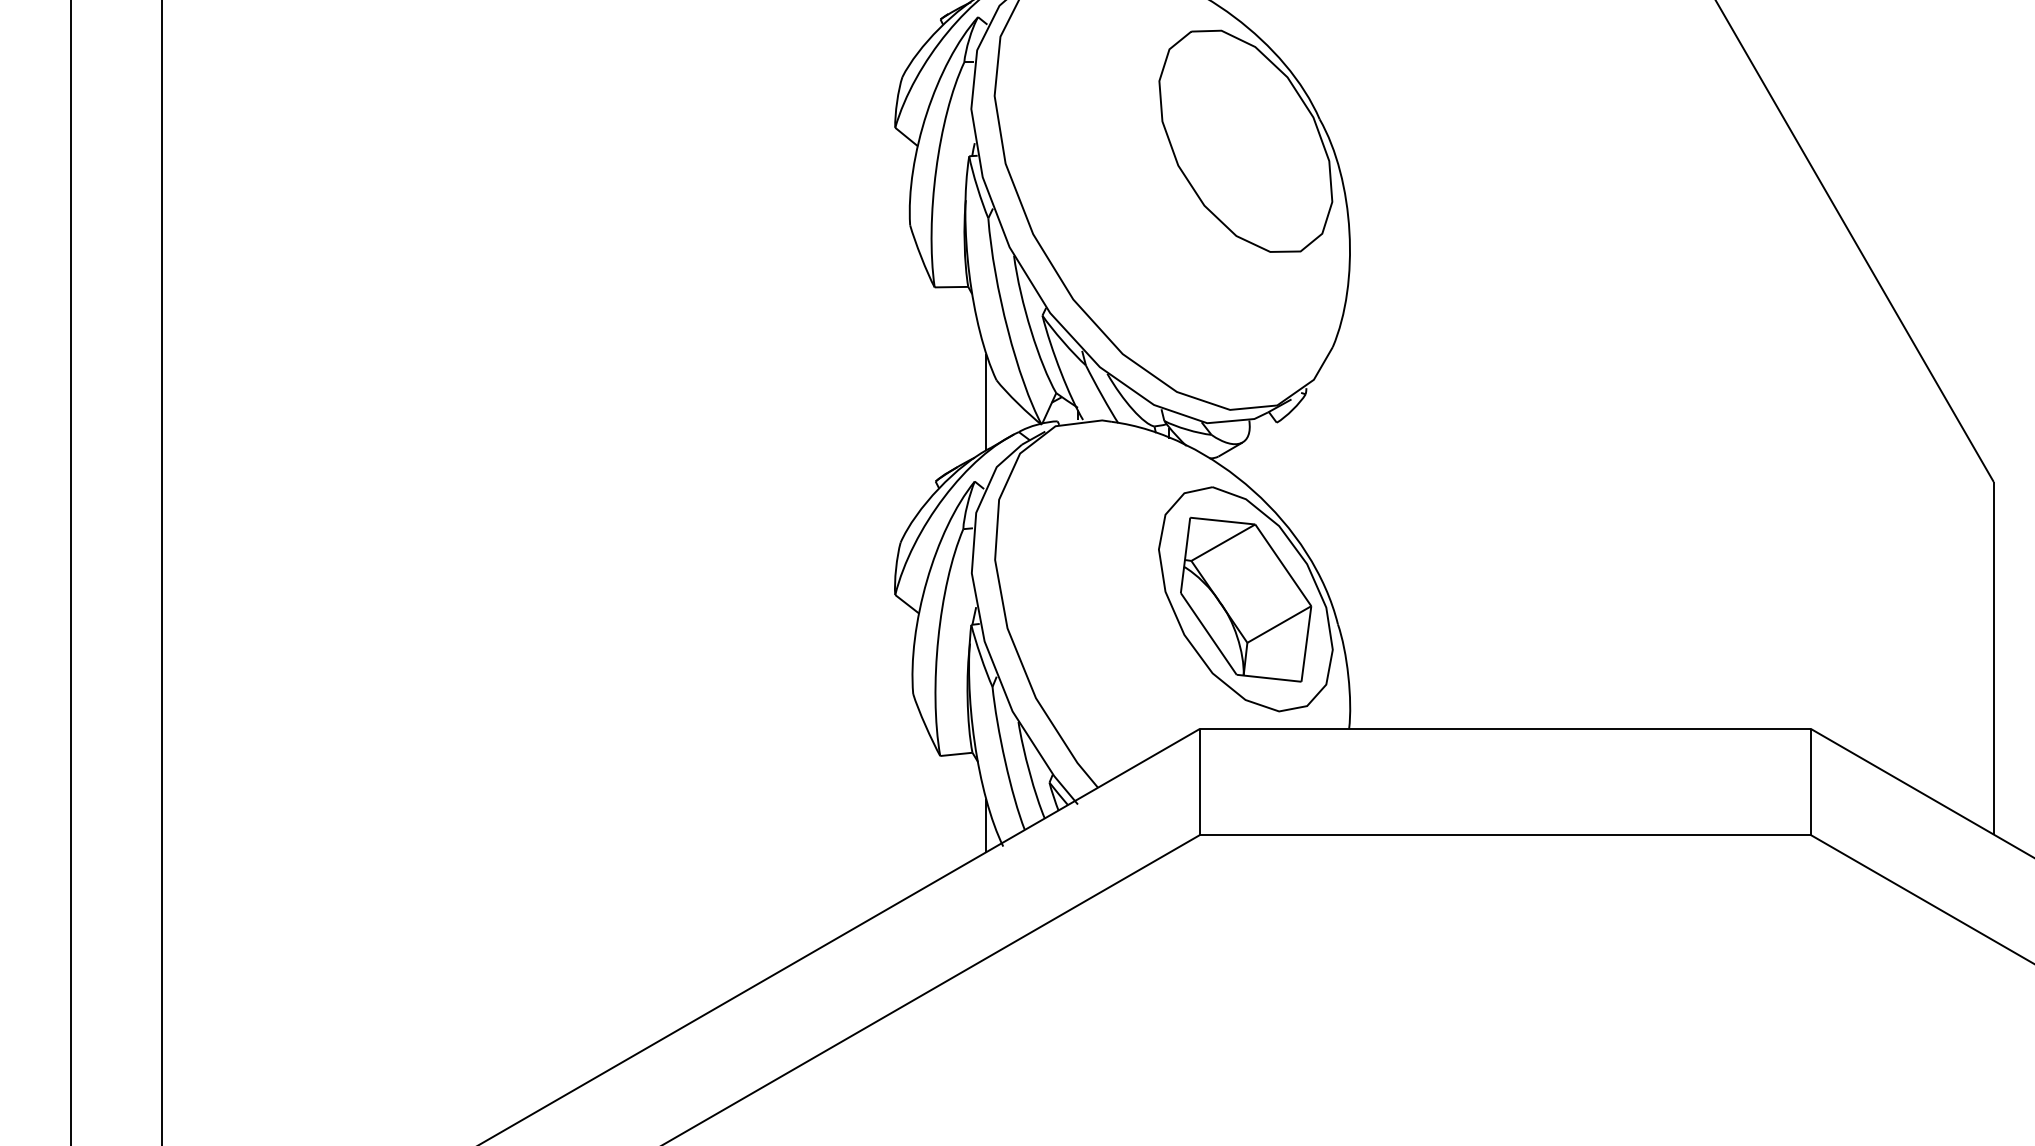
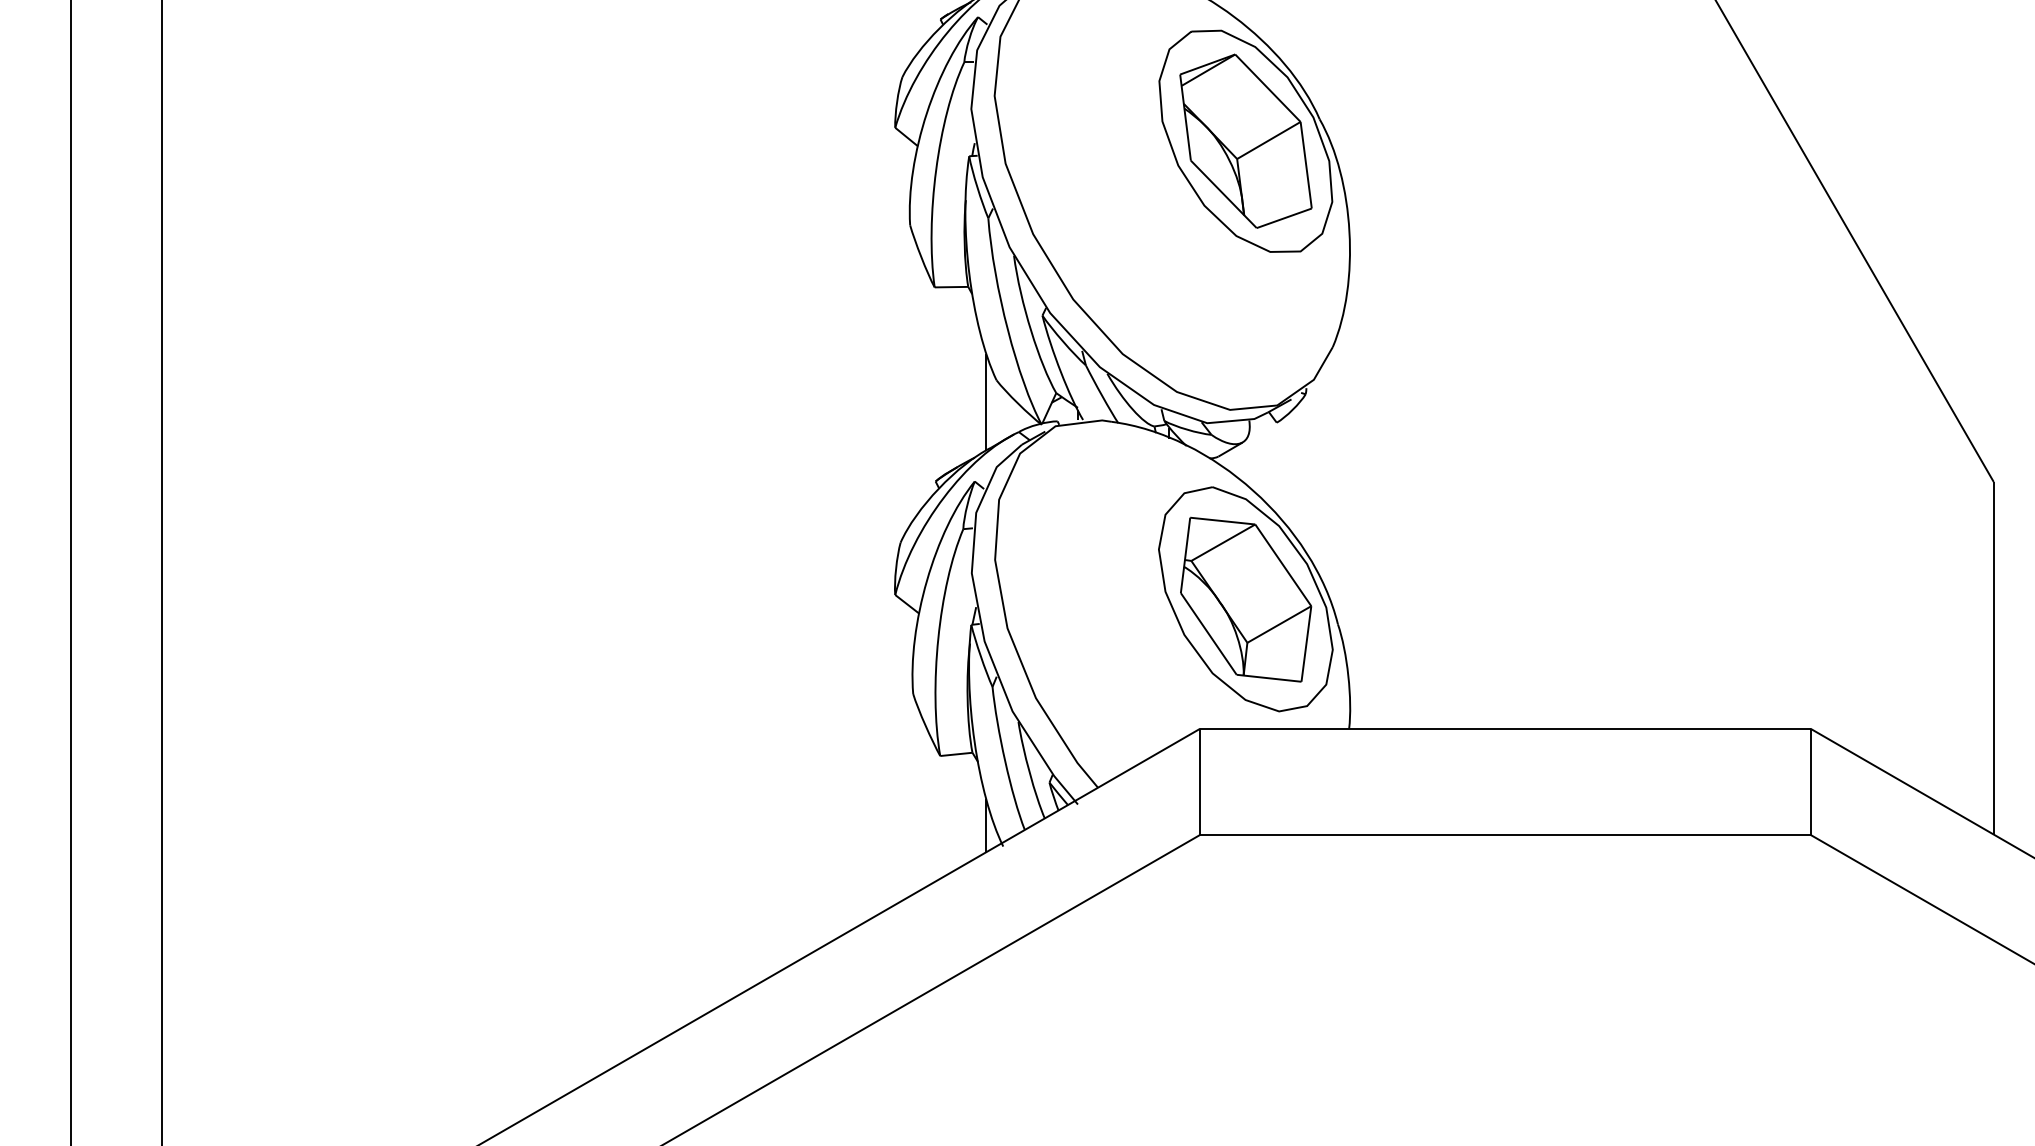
part at (1245, 140): none -> present
